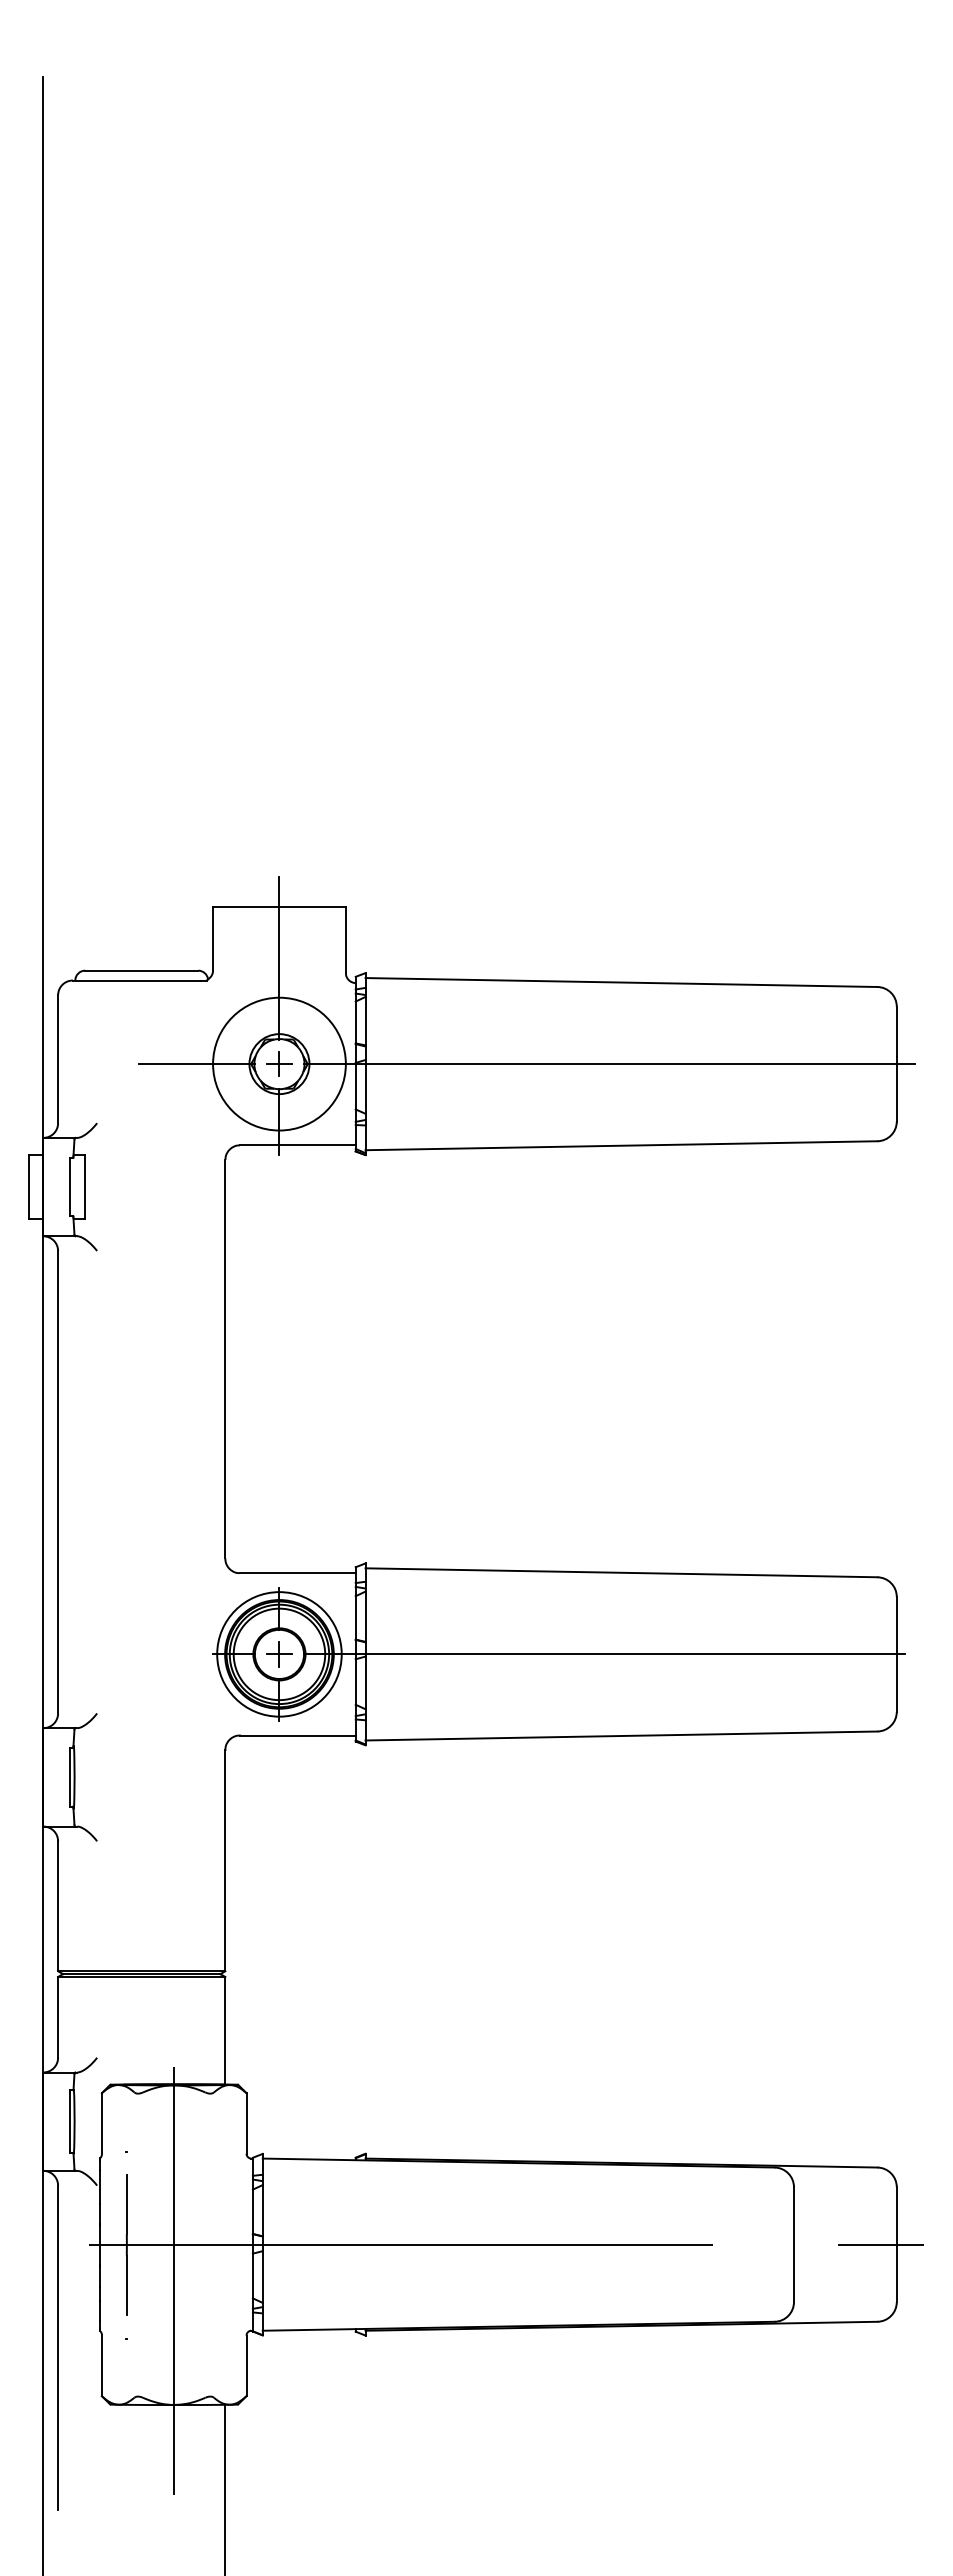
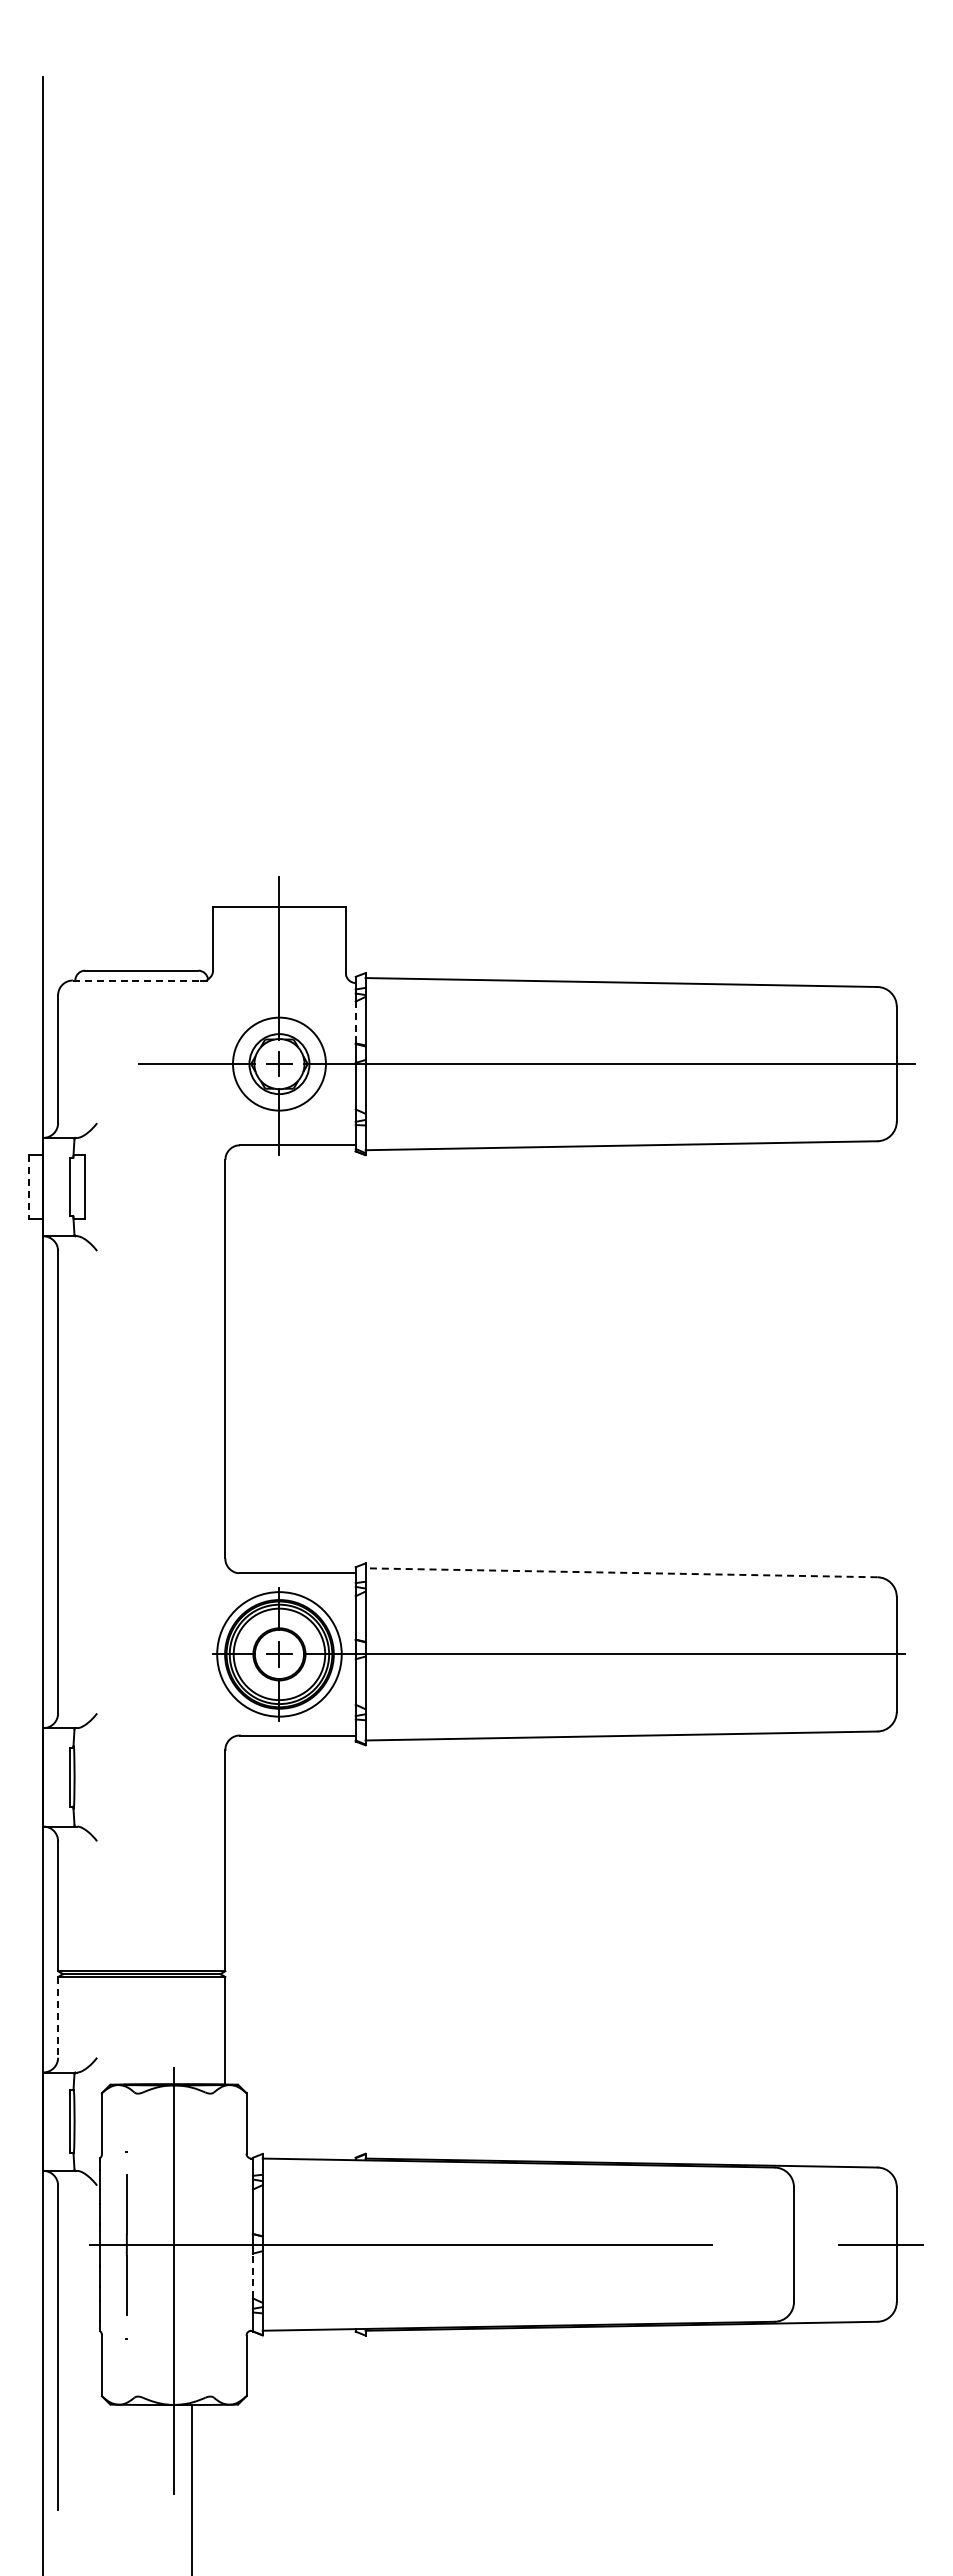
line at (136, 980): solid -> dashed
line at (355, 1022): solid -> dashed
circle at (279, 1063) diameter: 133 px -> 93 px
line at (28, 1187): solid -> dashed
line at (621, 1572): solid -> dashed
line at (58, 2017): solid -> dashed
line at (252, 2275): solid -> dashed
line at (225, 2488) position: (225, 2488) -> (192, 2488)
